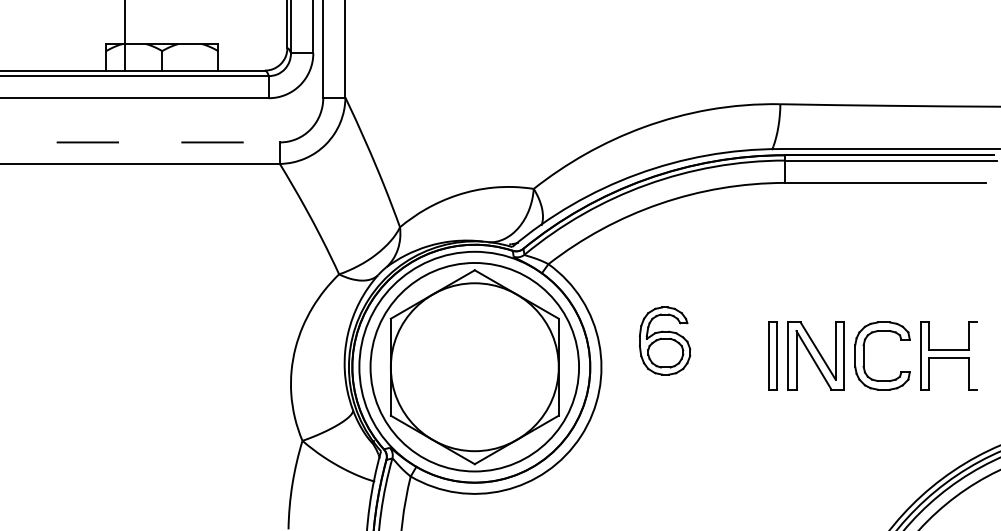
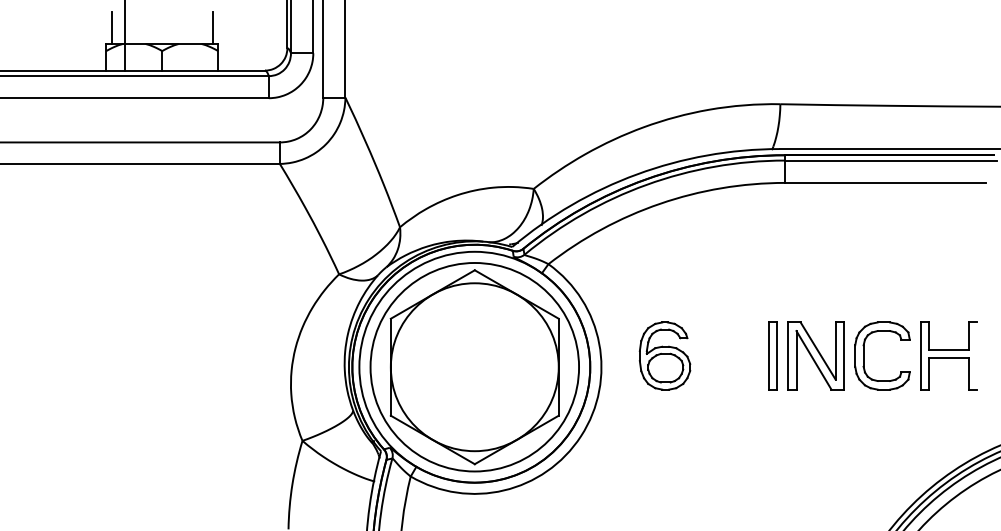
line at (111, 27): none -> present
line at (212, 27): none -> present
line at (140, 142): dashed -> solid
part at (664, 340) position: (664, 340) -> (664, 355)
